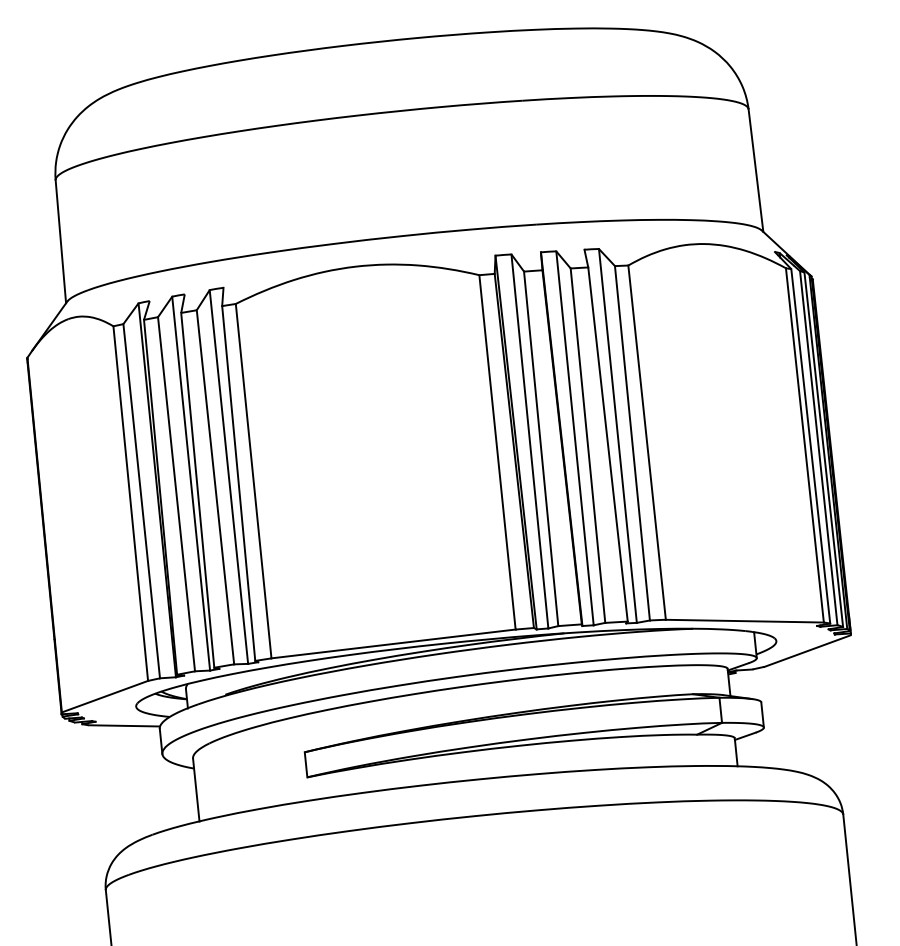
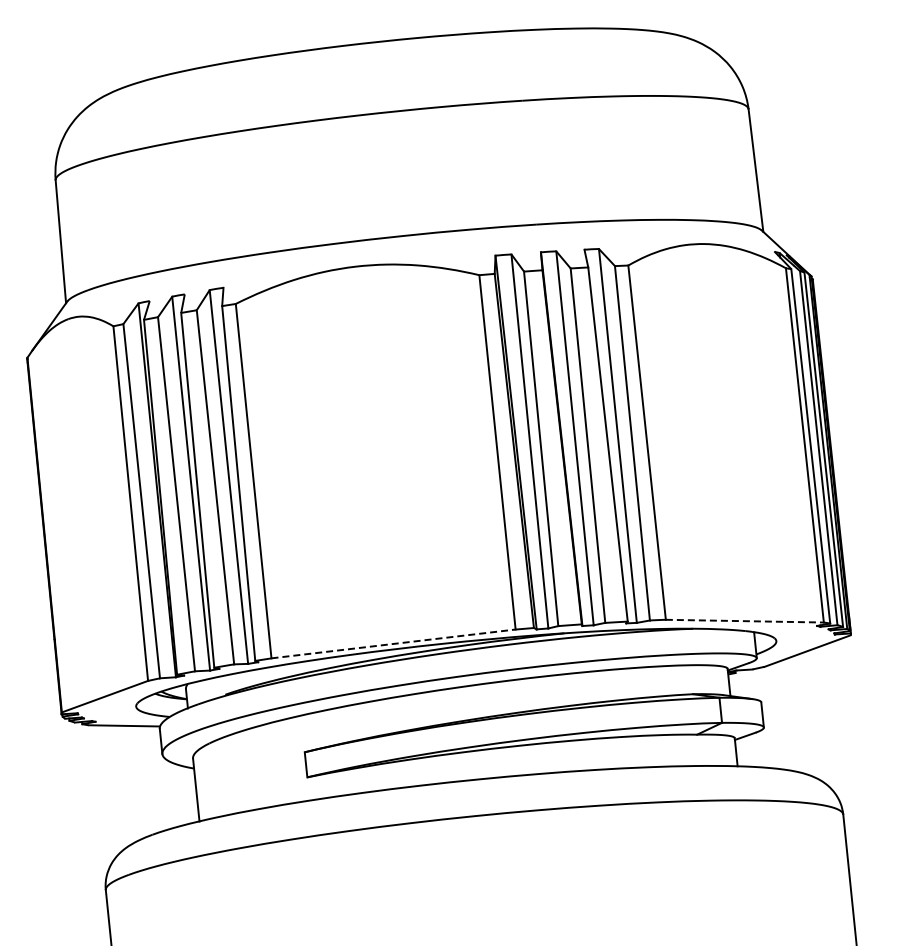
line at (745, 621): solid -> dashed
line at (393, 643): solid -> dashed
